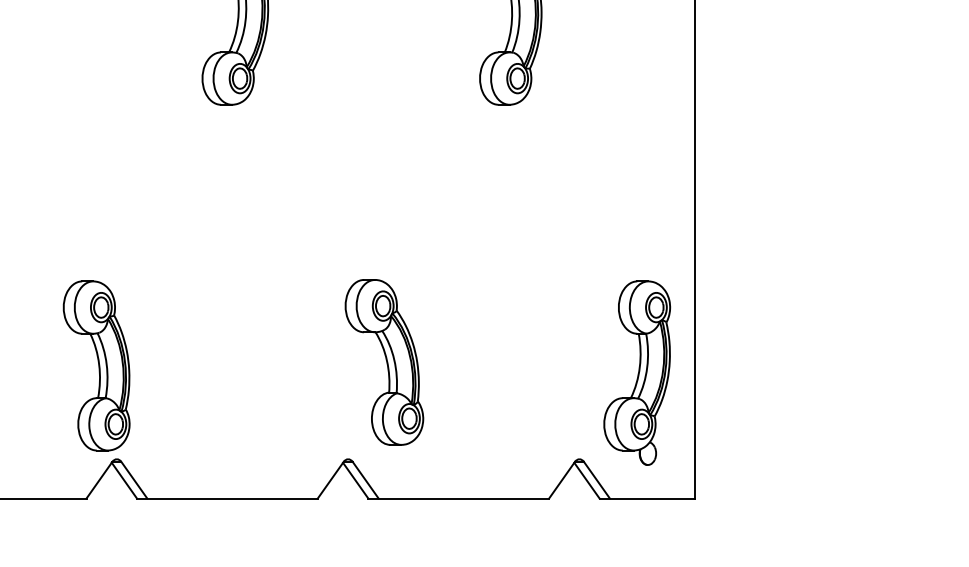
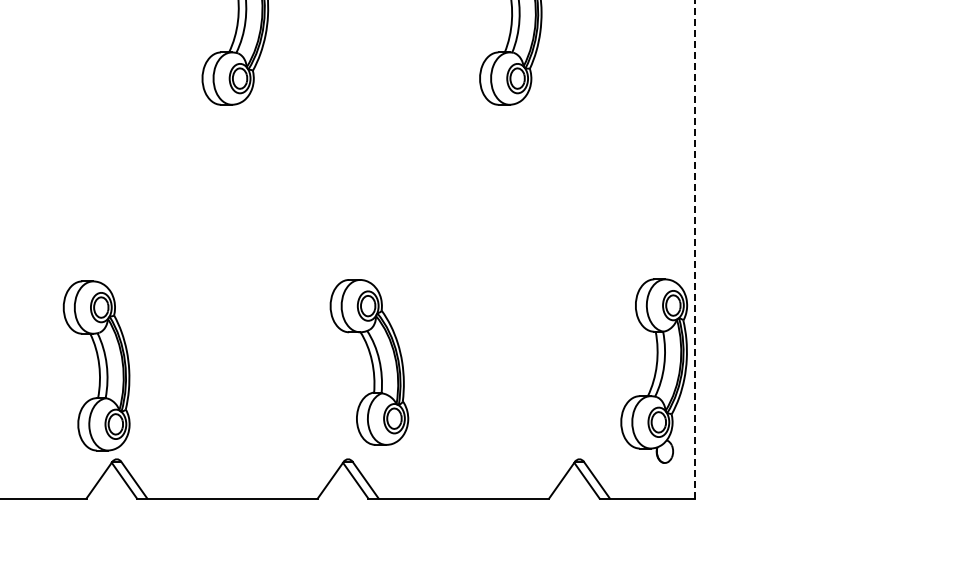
line at (695, 249): solid -> dashed
part at (384, 362) position: (384, 362) -> (369, 362)
part at (637, 372) position: (637, 372) -> (654, 370)
